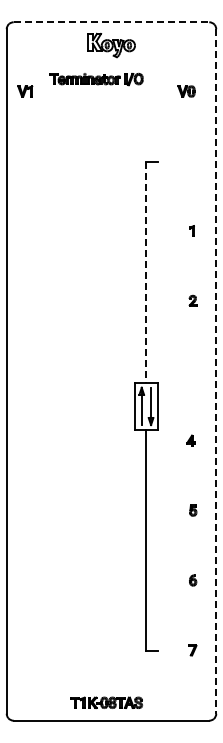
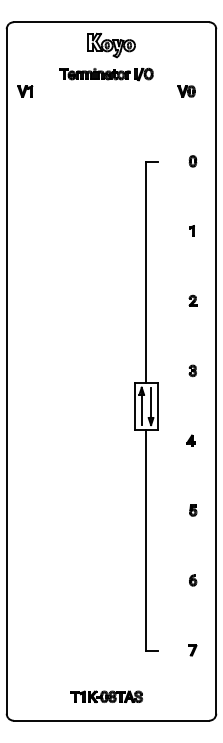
line at (111, 22): dashed -> solid
part at (96, 79) position: (96, 79) -> (106, 74)
part at (192, 161): none -> present
line at (146, 272): dashed -> solid
part at (192, 370): none -> present
line at (216, 371): dashed -> solid
part at (106, 702) position: (106, 702) -> (106, 696)
